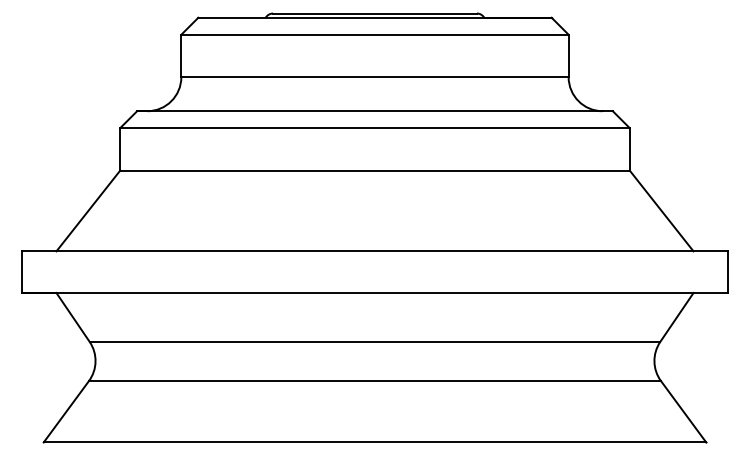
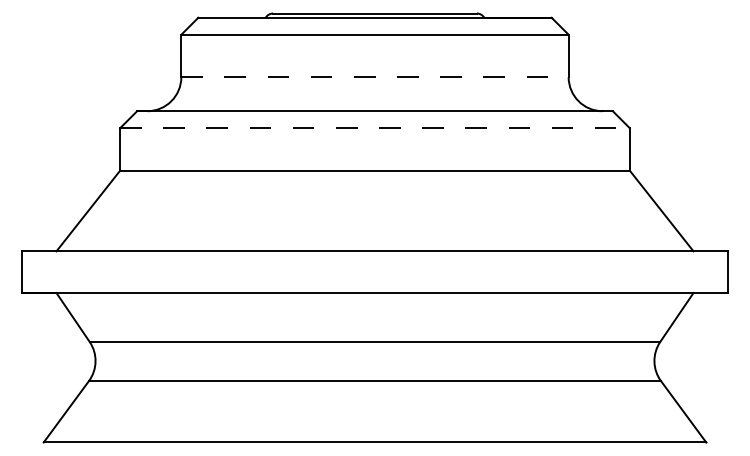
line at (375, 77): solid -> dashed
line at (375, 128): solid -> dashed
